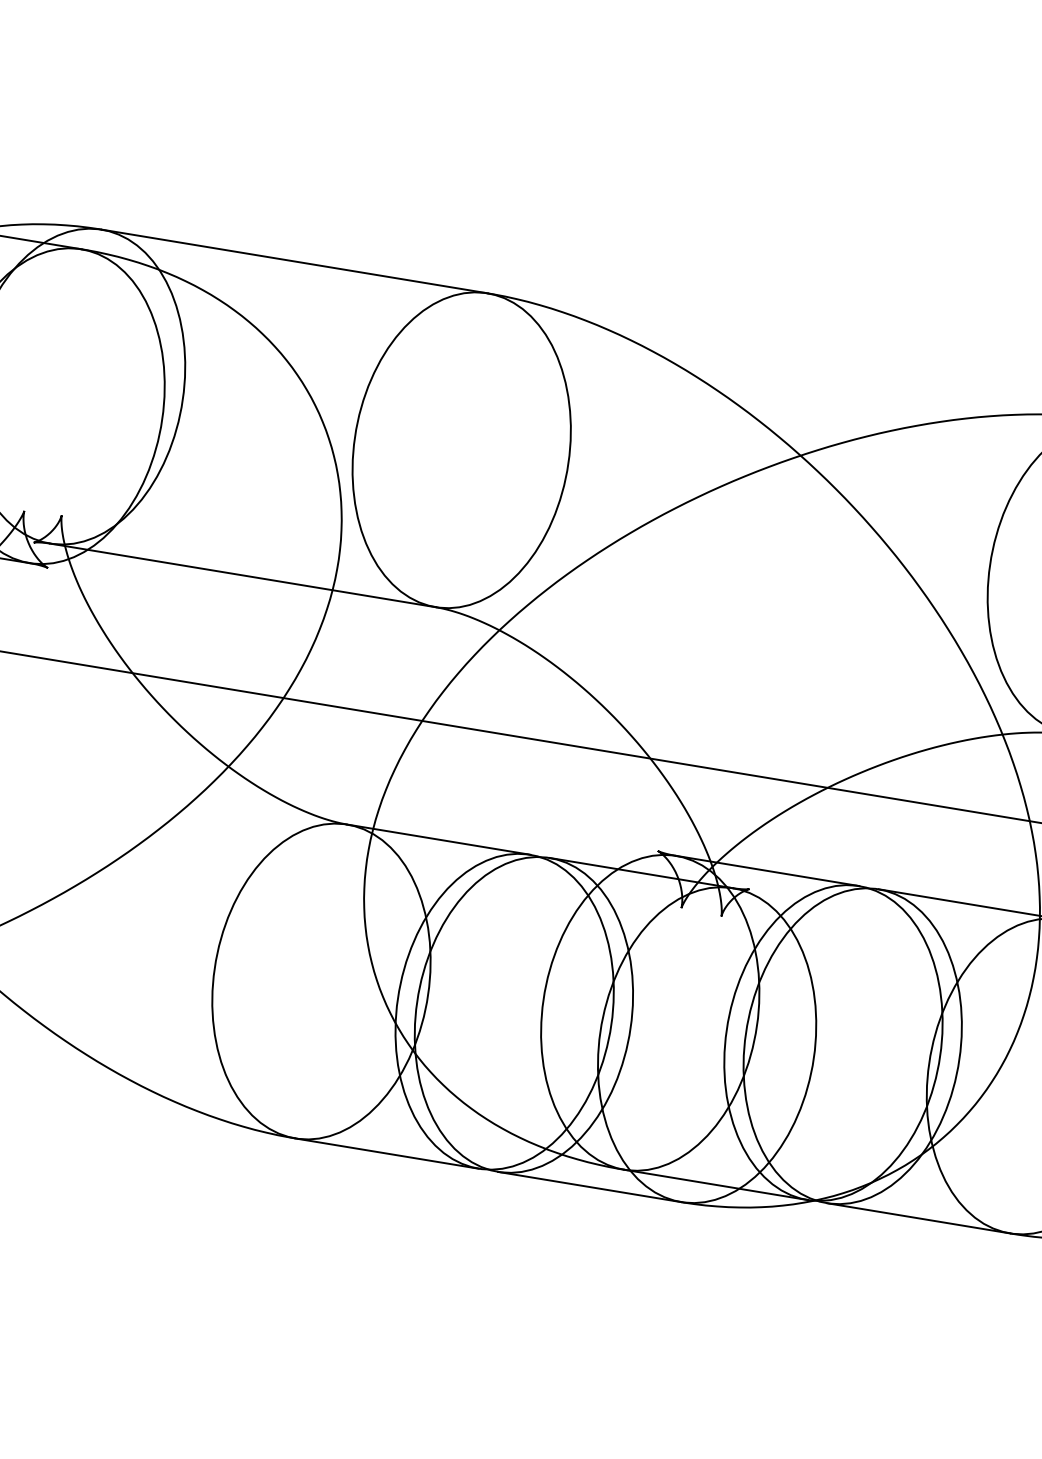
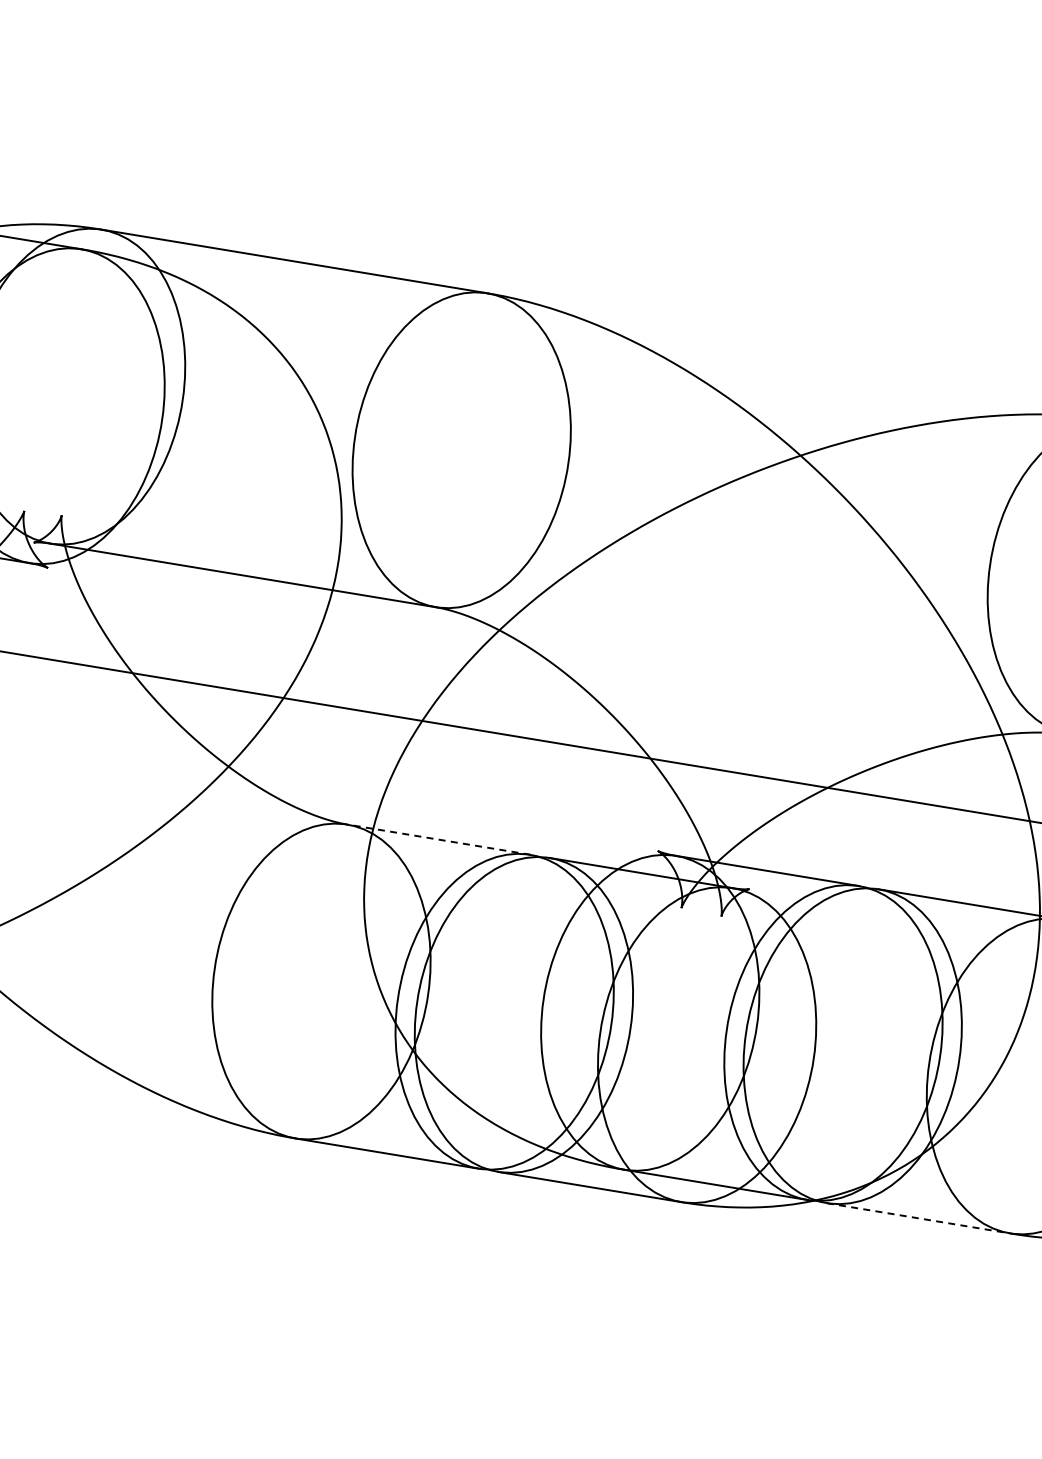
line at (438, 839): solid -> dashed
line at (918, 1218): solid -> dashed
